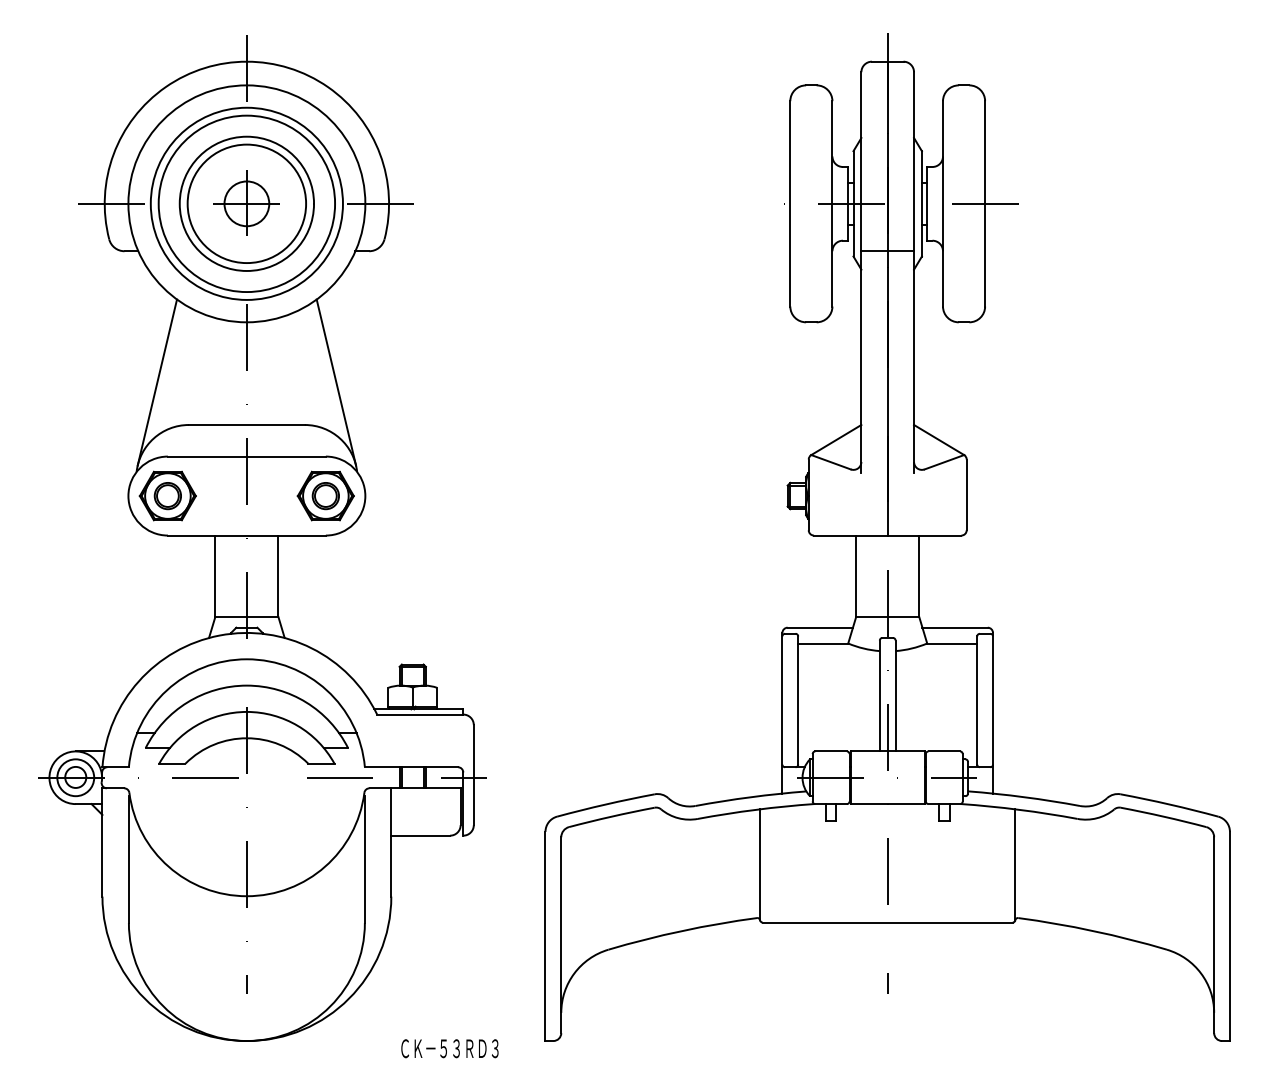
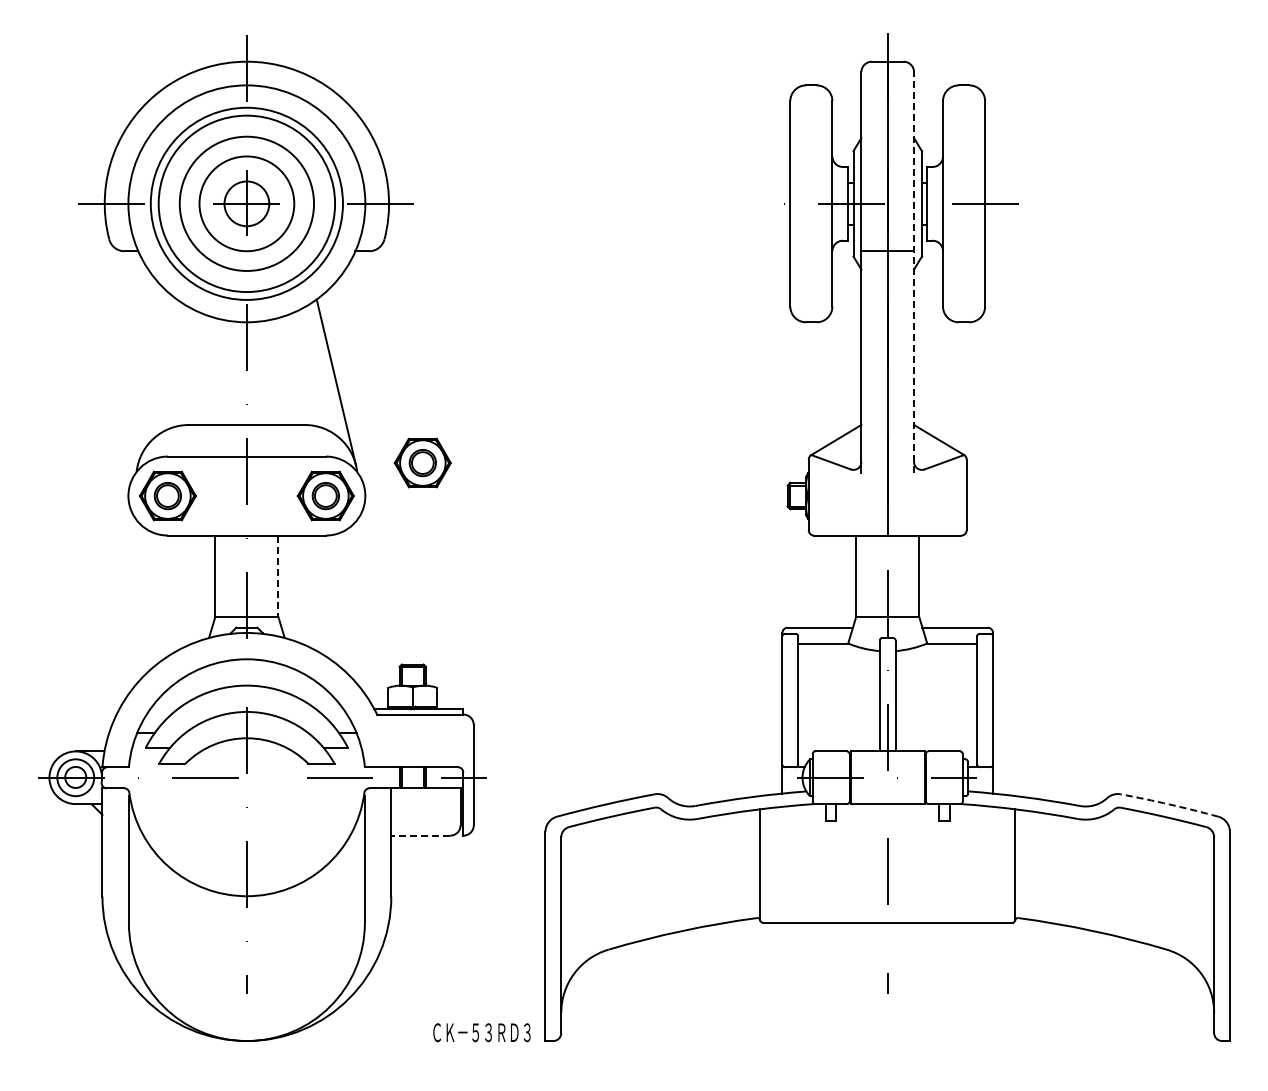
circle at (246, 203) diameter: 118 px -> 95 px
line at (914, 272): solid -> dashed
line at (157, 382): present -> none
part at (422, 462): none -> present
line at (278, 576): solid -> dashed
arc at (1169, 804): solid -> dashed
line at (420, 835): solid -> dashed
text at (449, 1048) position: (449, 1048) -> (481, 1032)
